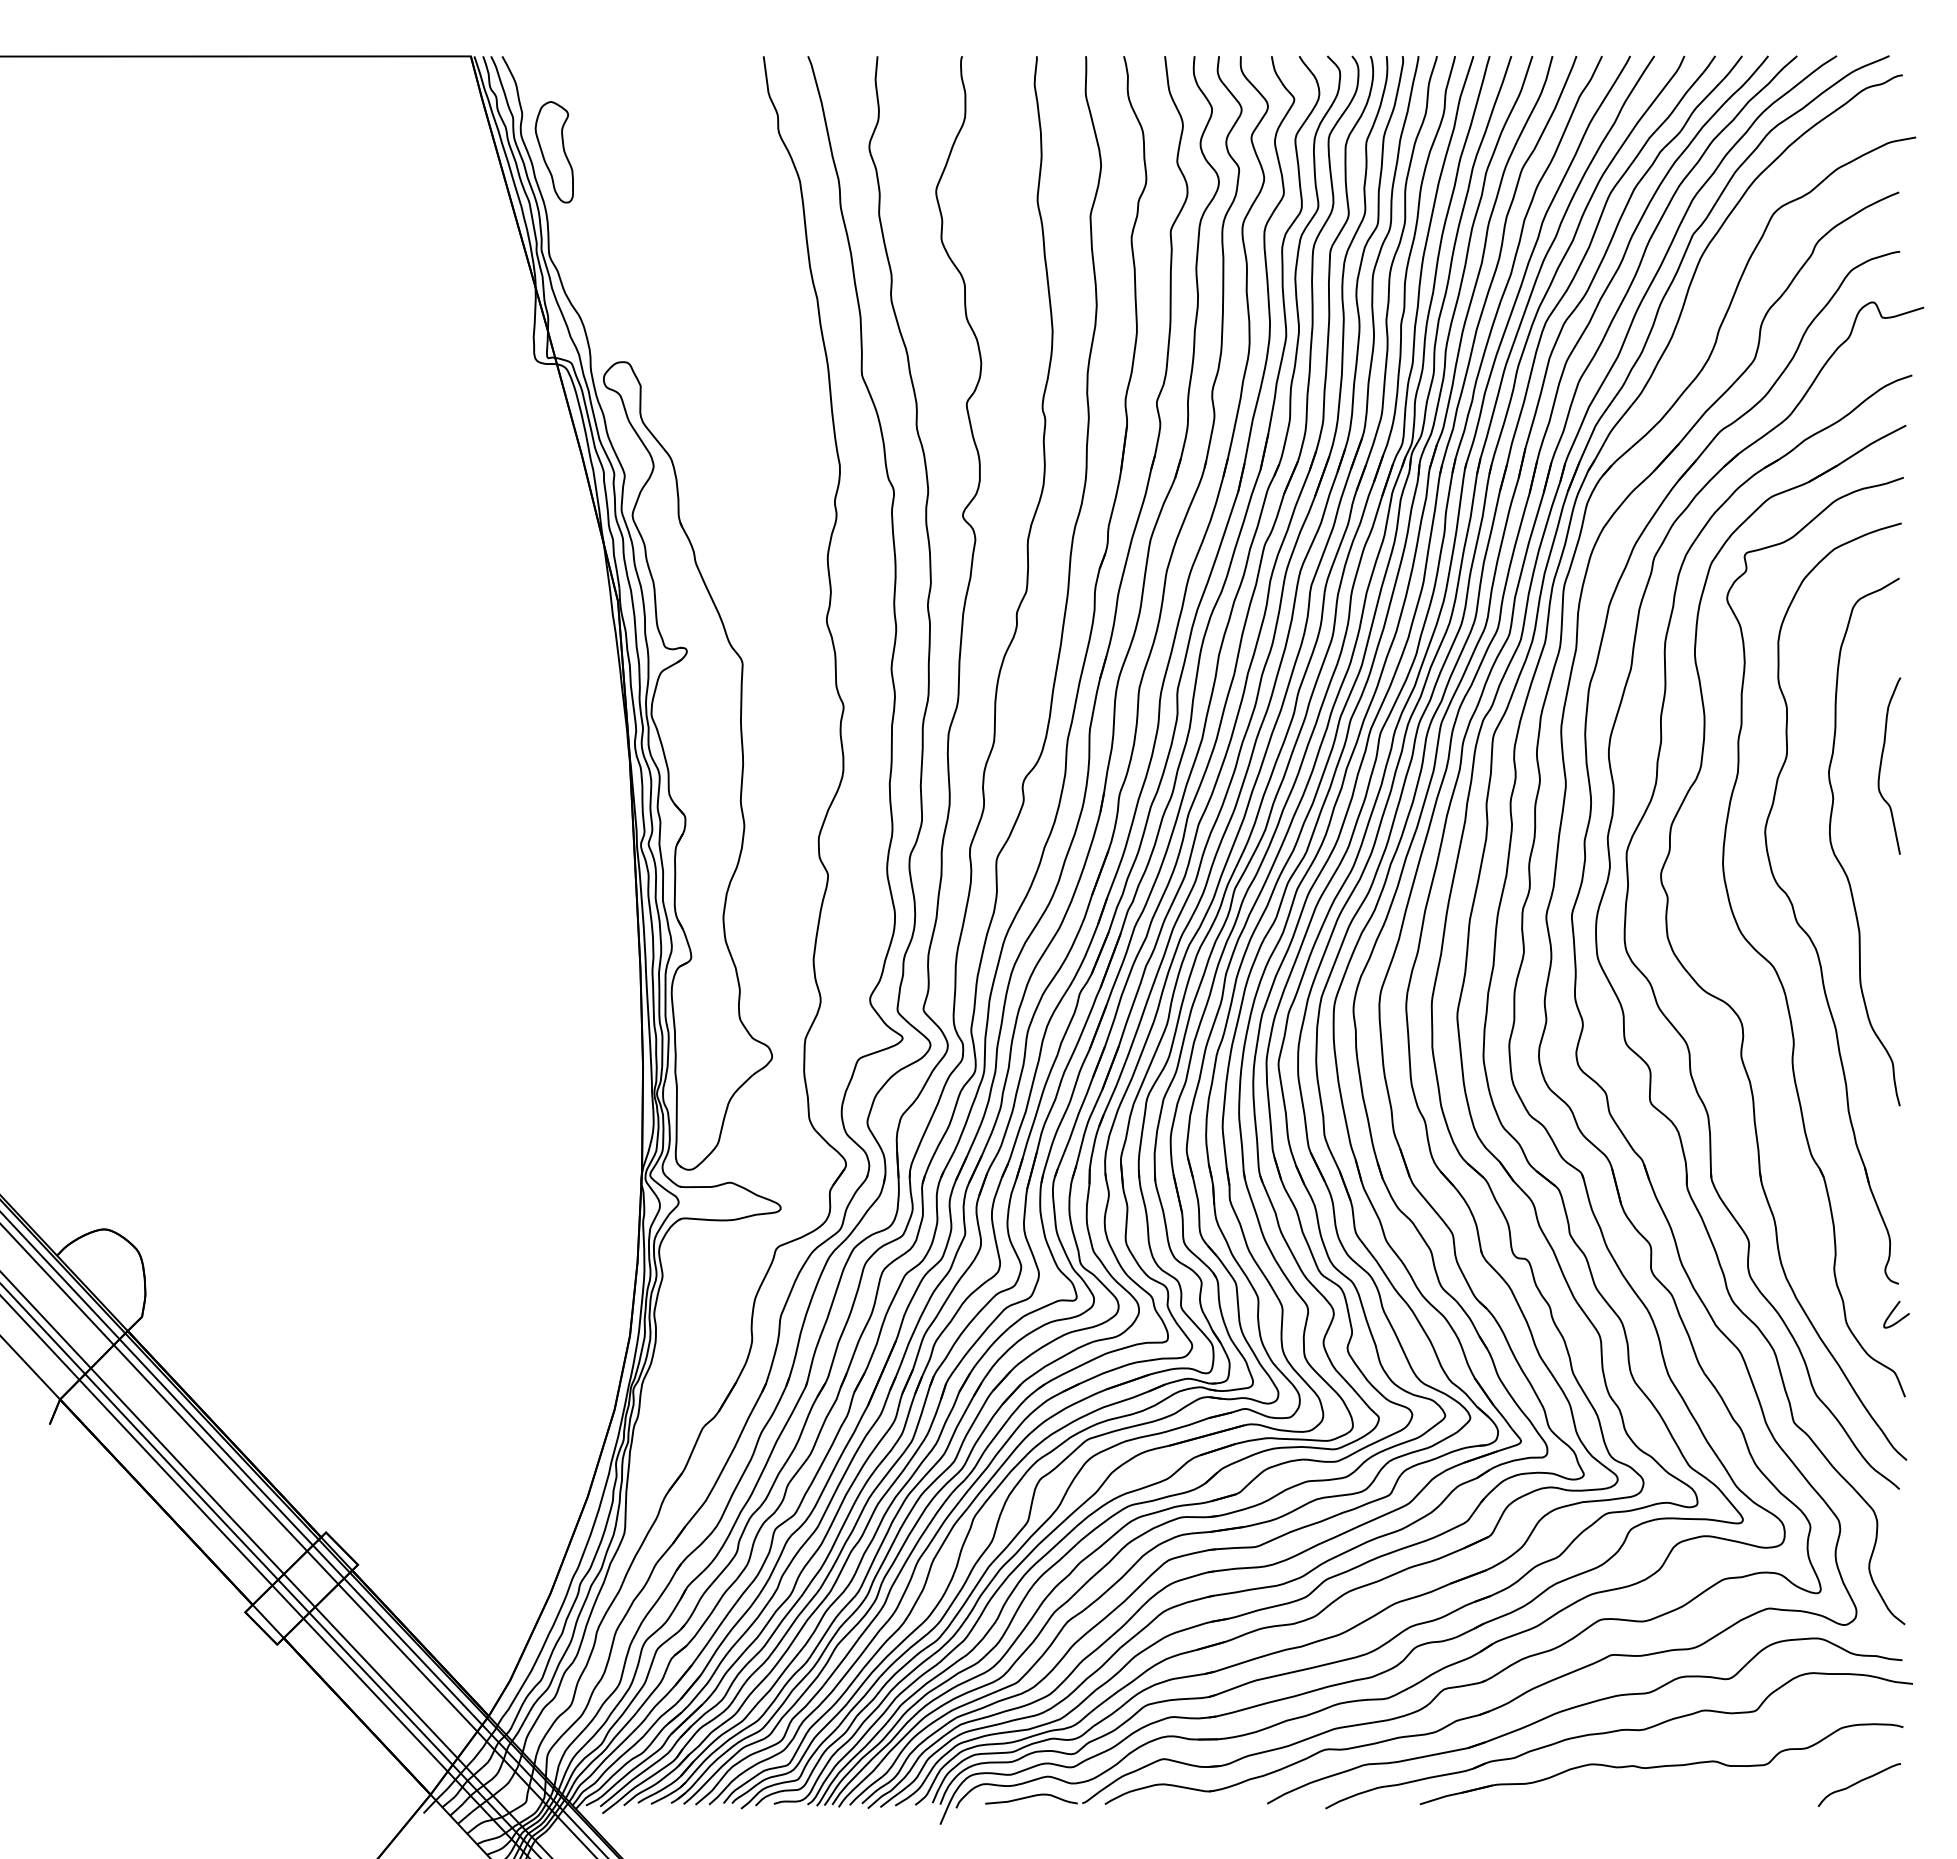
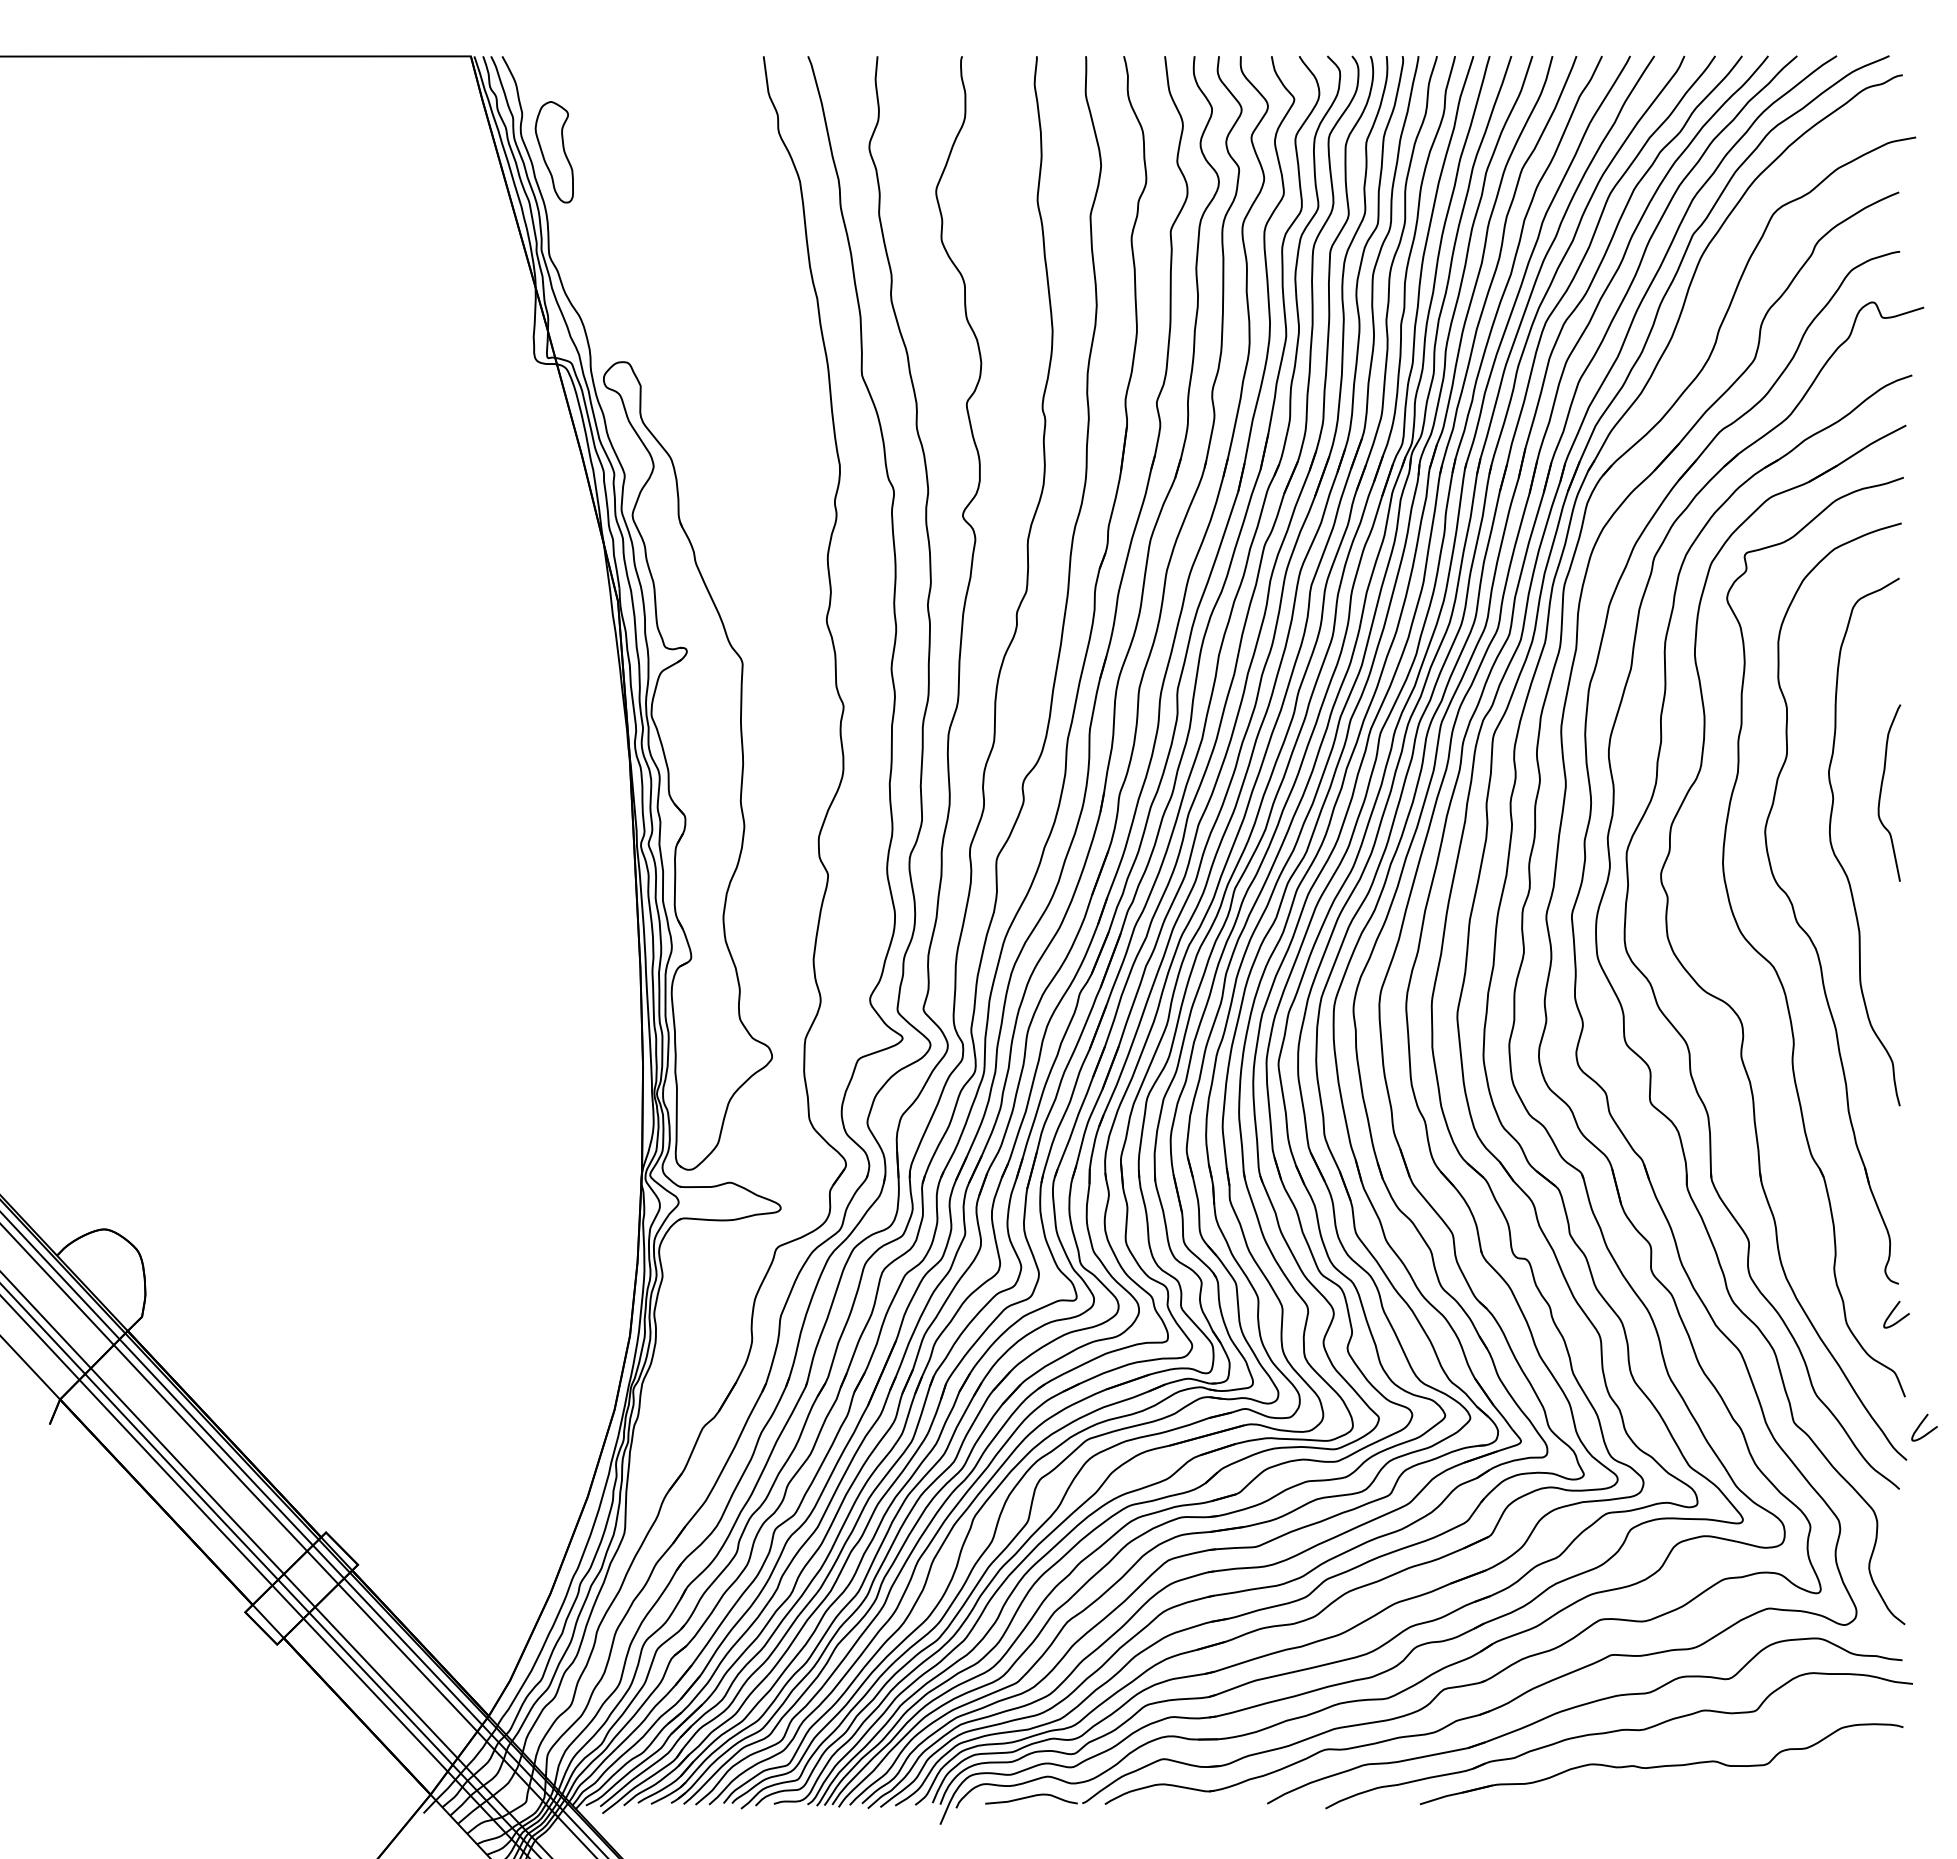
curve at (1881, 765) position: (1881, 765) -> (1881, 792)
curve at (1920, 1426): none -> present
curve at (1858, 1783): present -> none
